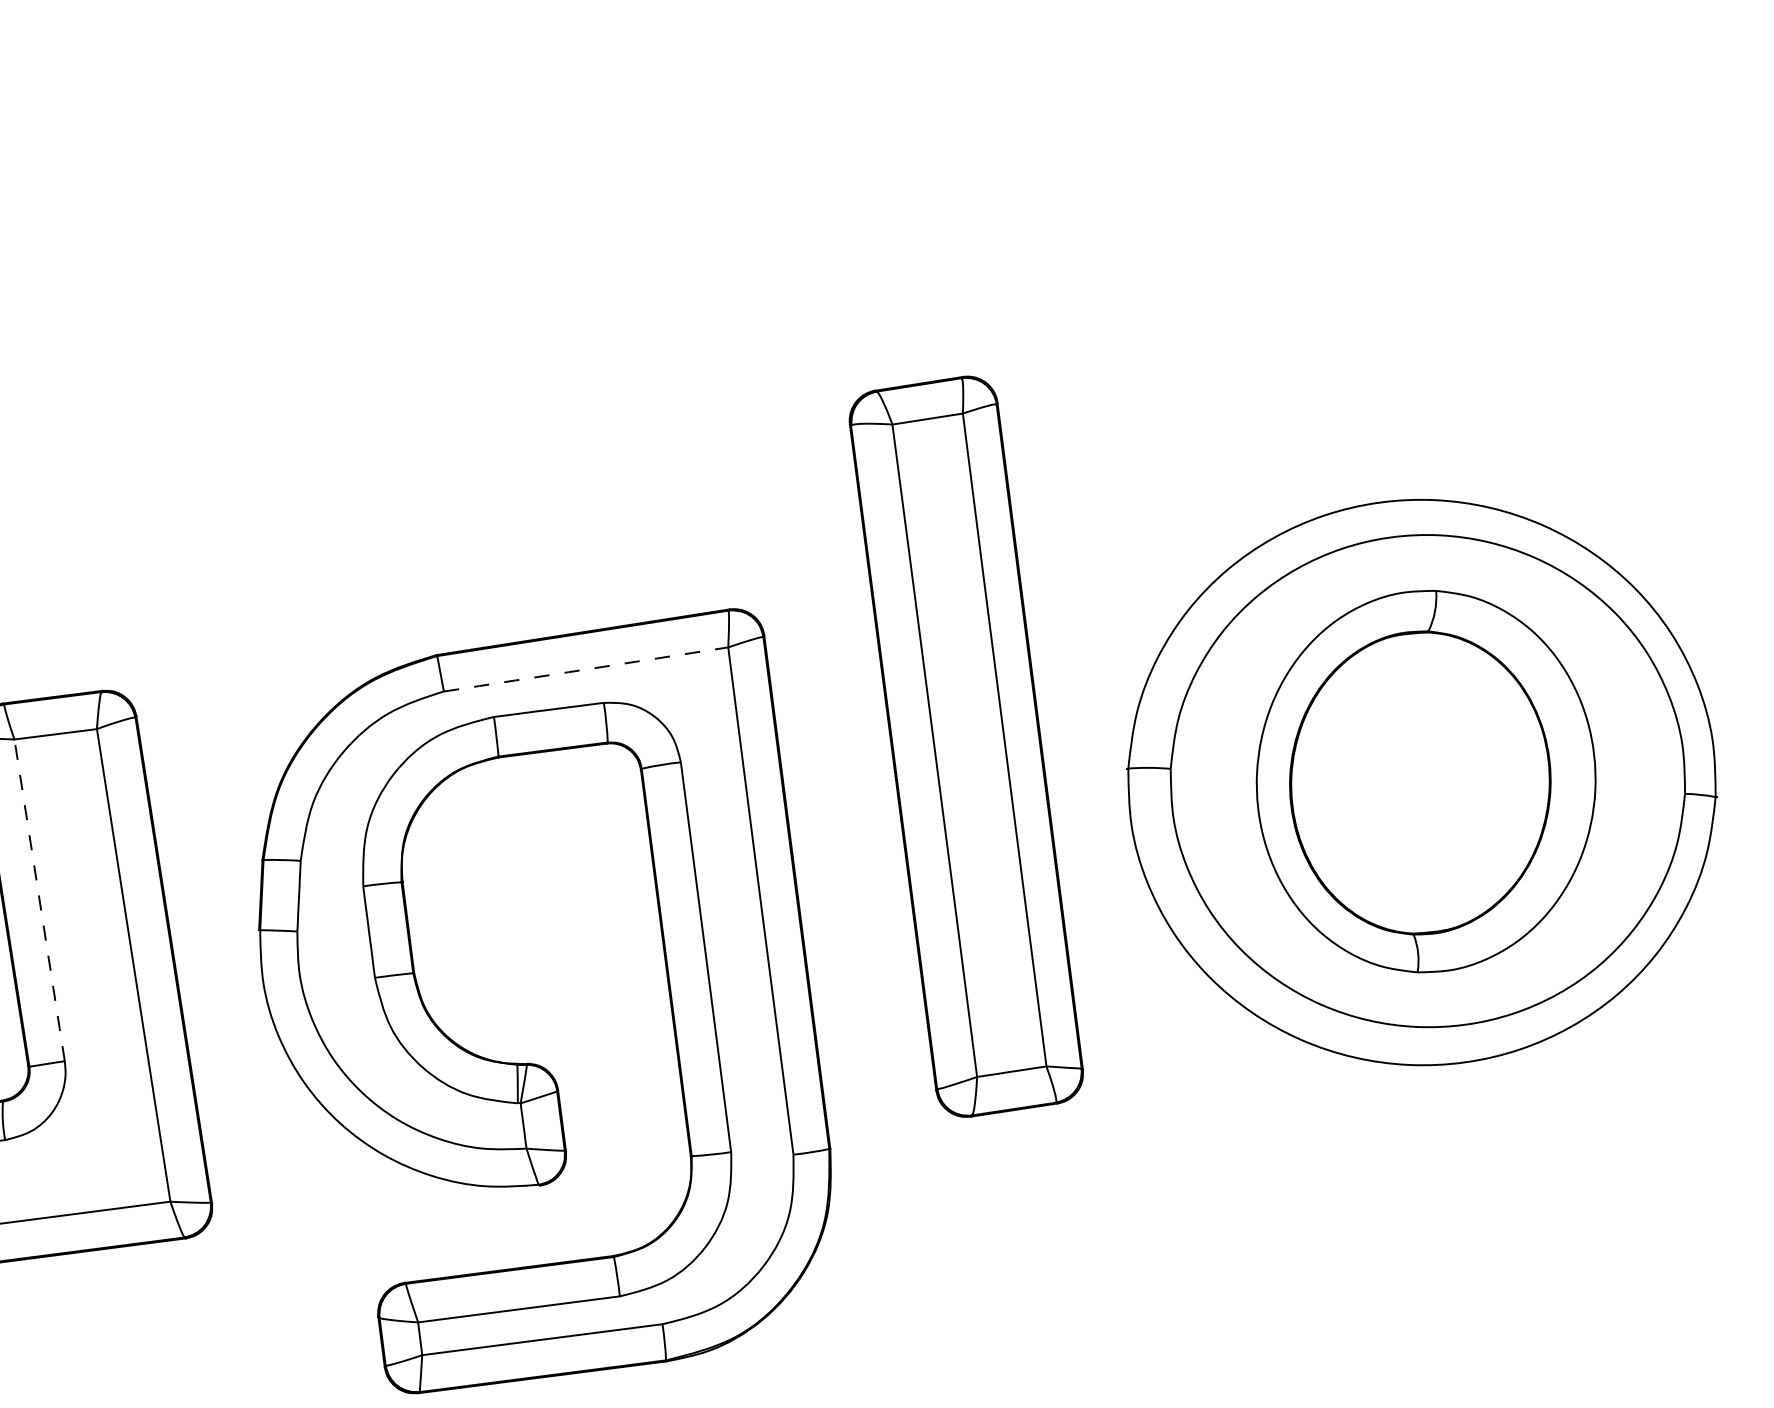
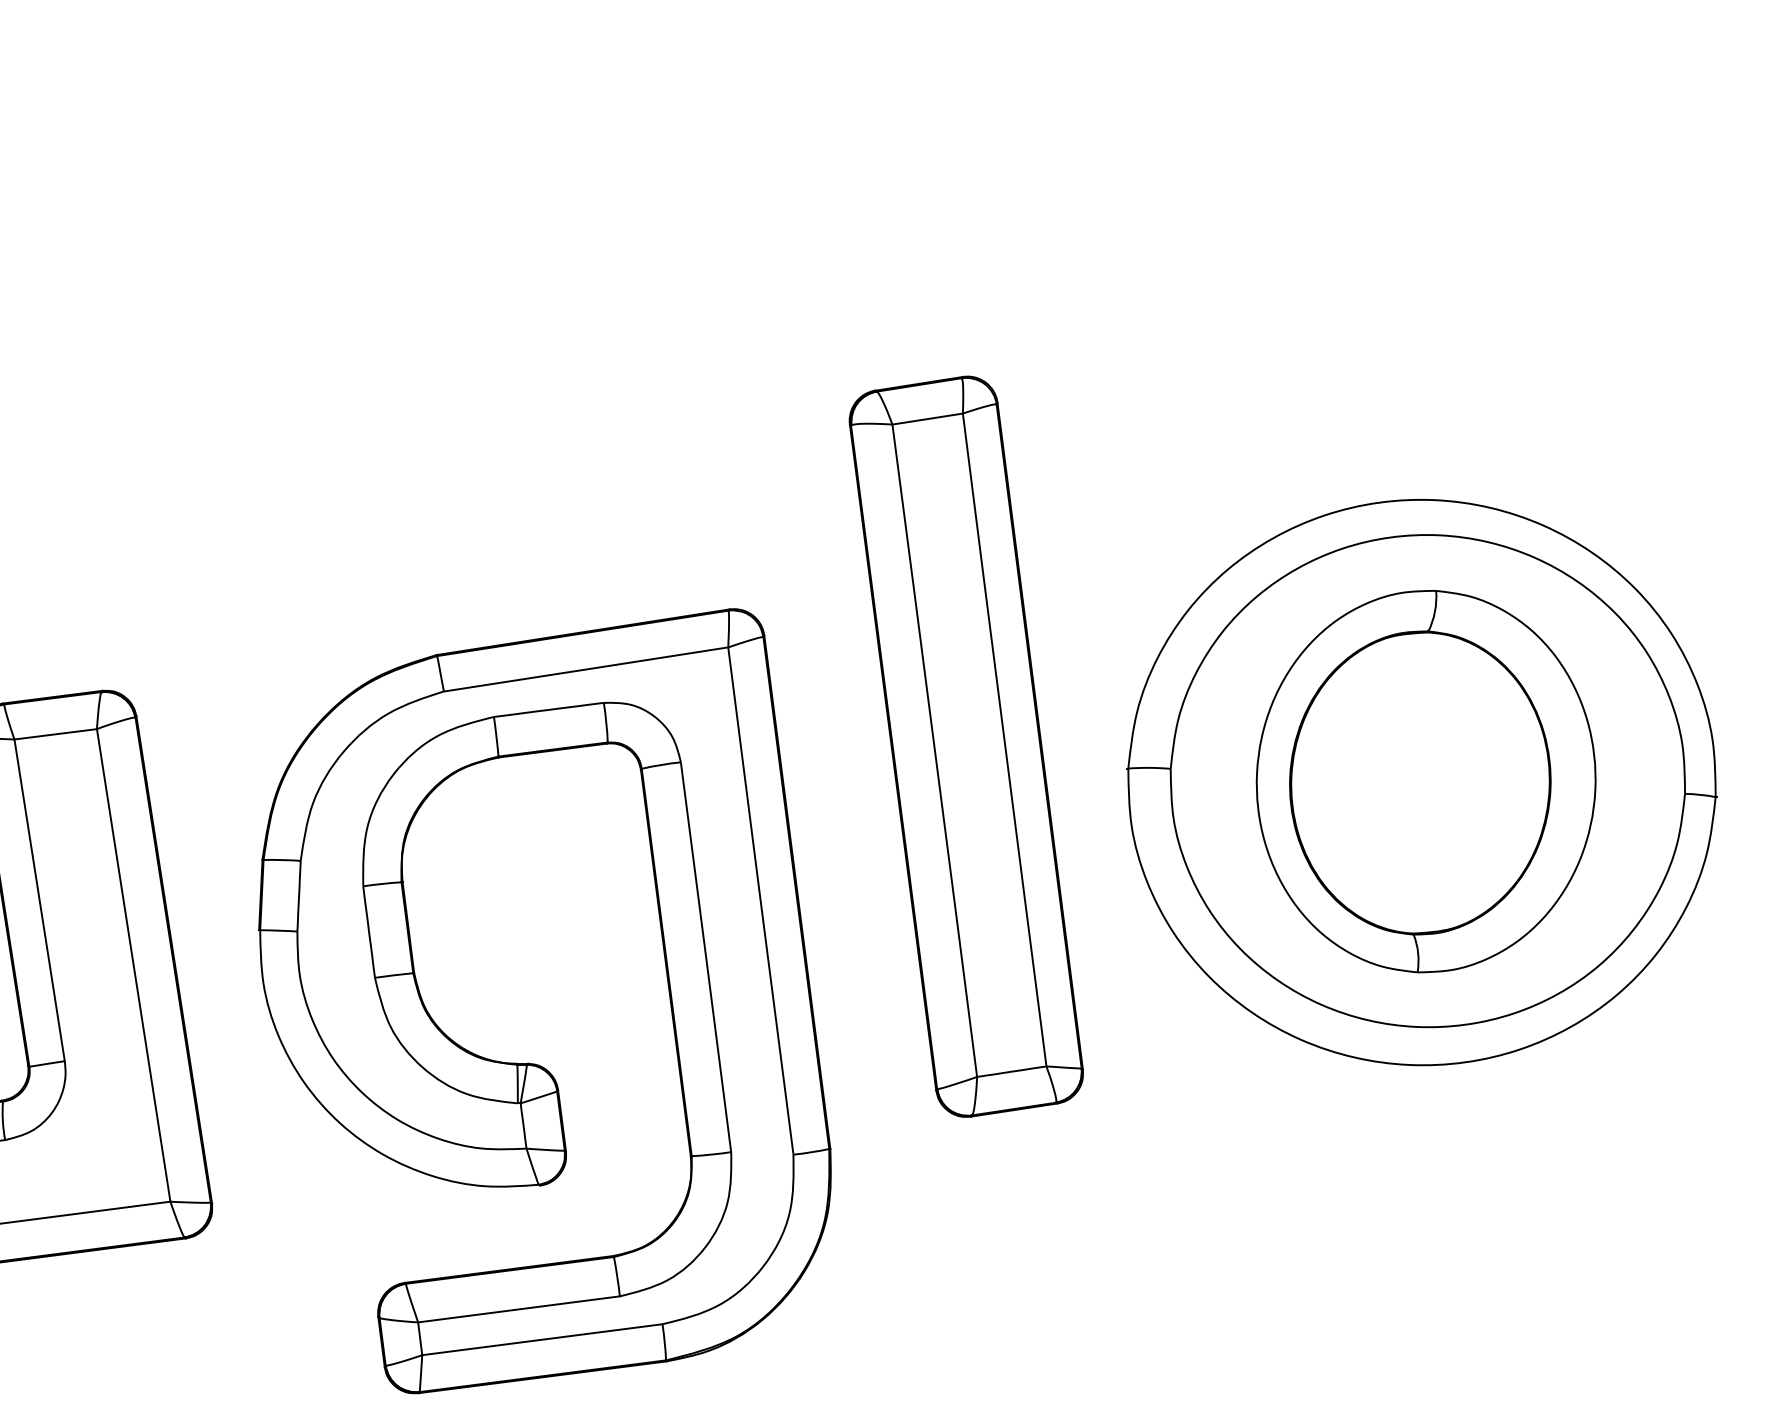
arc at (586, 669): dashed -> solid
line at (39, 900): dashed -> solid
